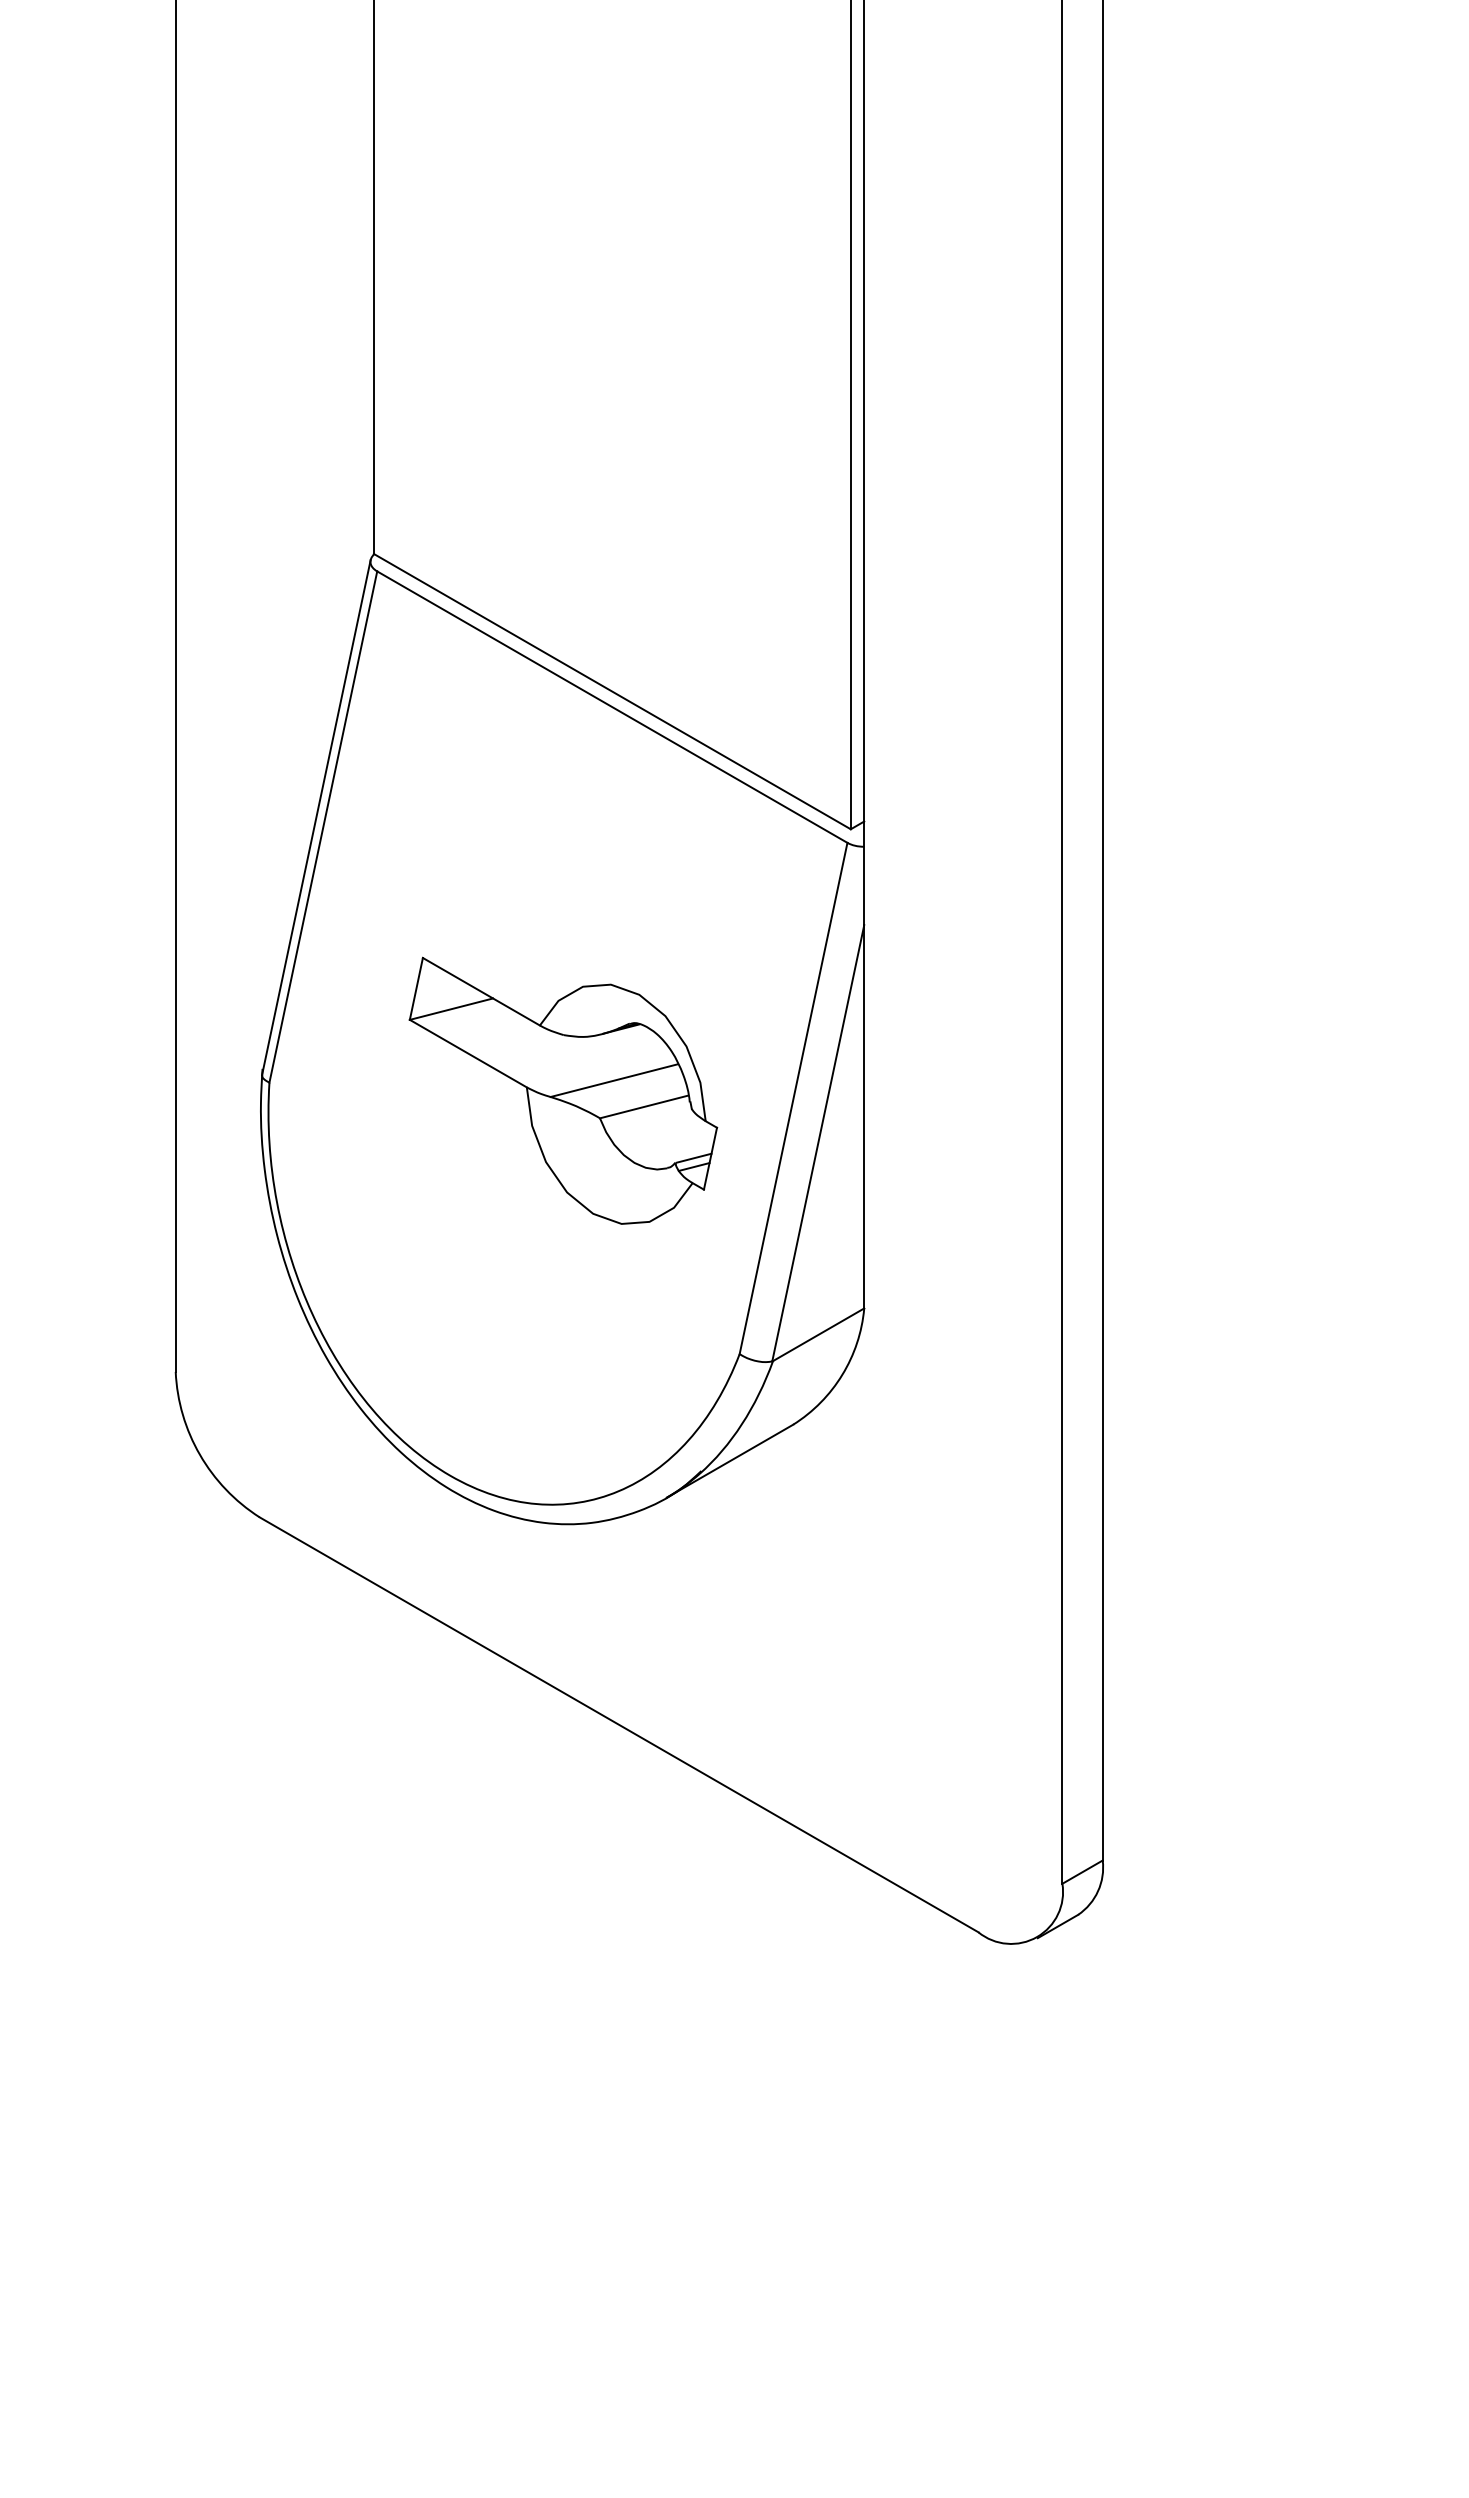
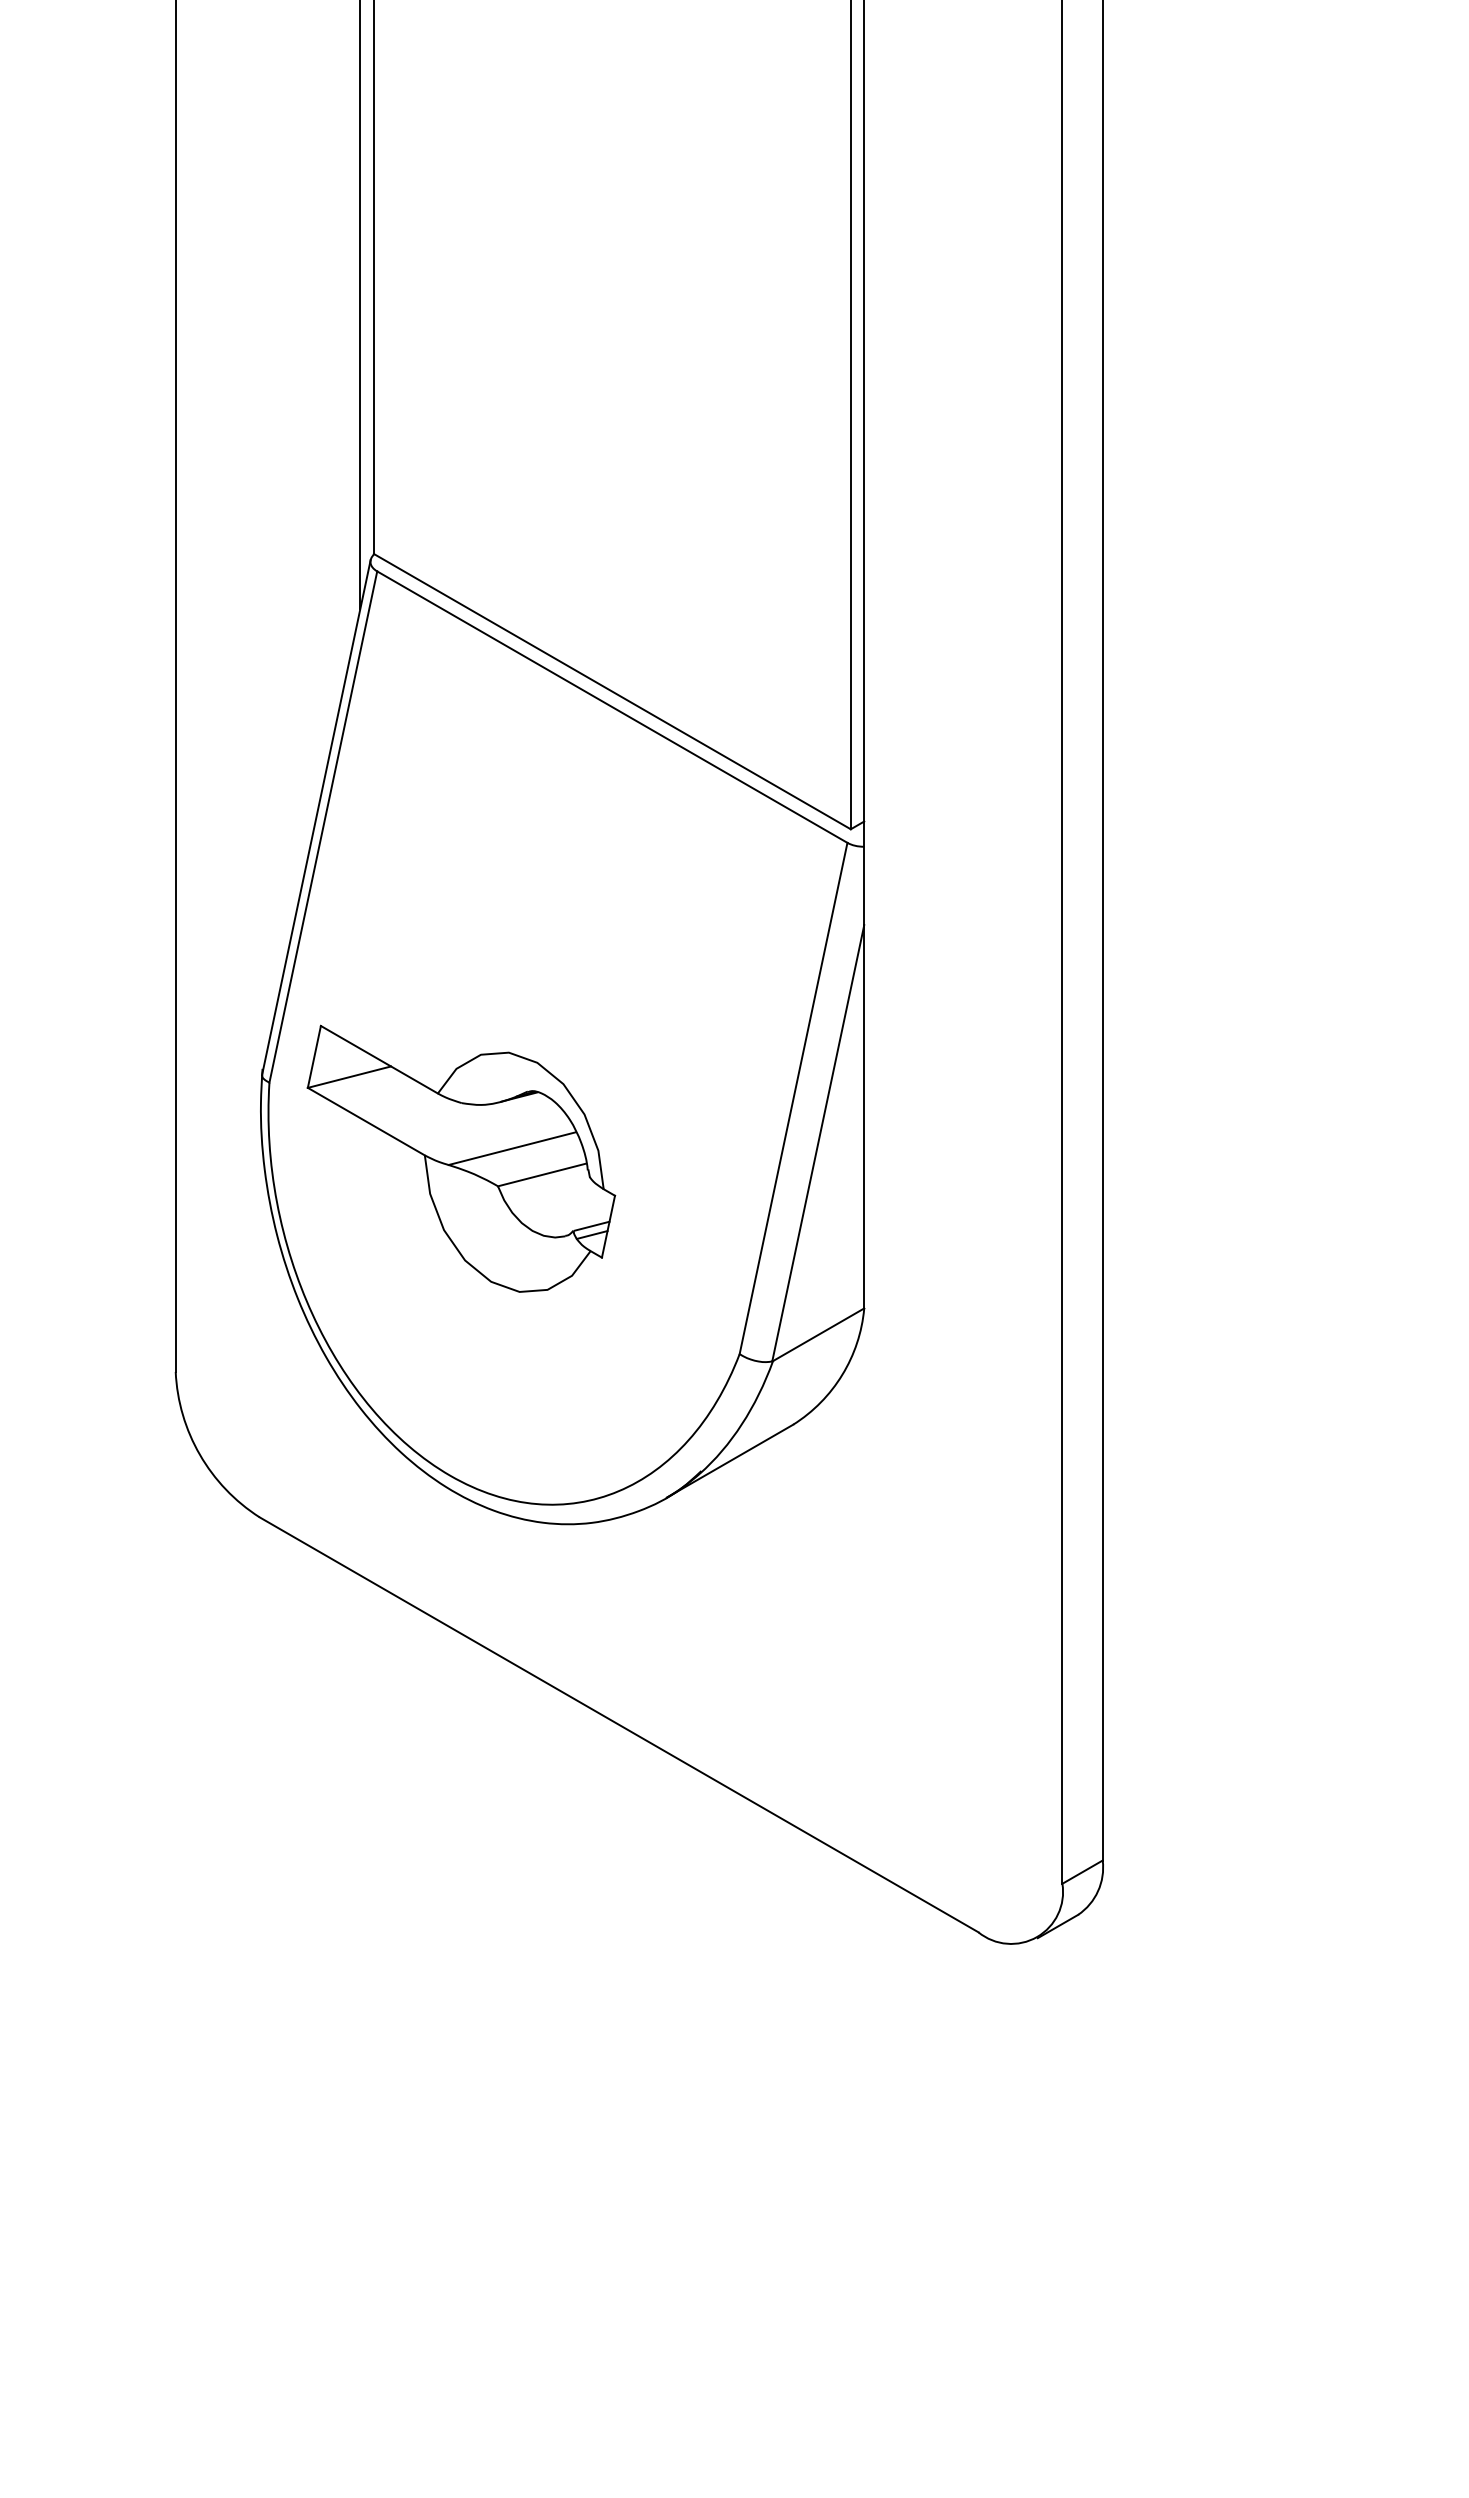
line at (360, 305): none -> present
part at (563, 1090) position: (563, 1090) -> (461, 1158)
